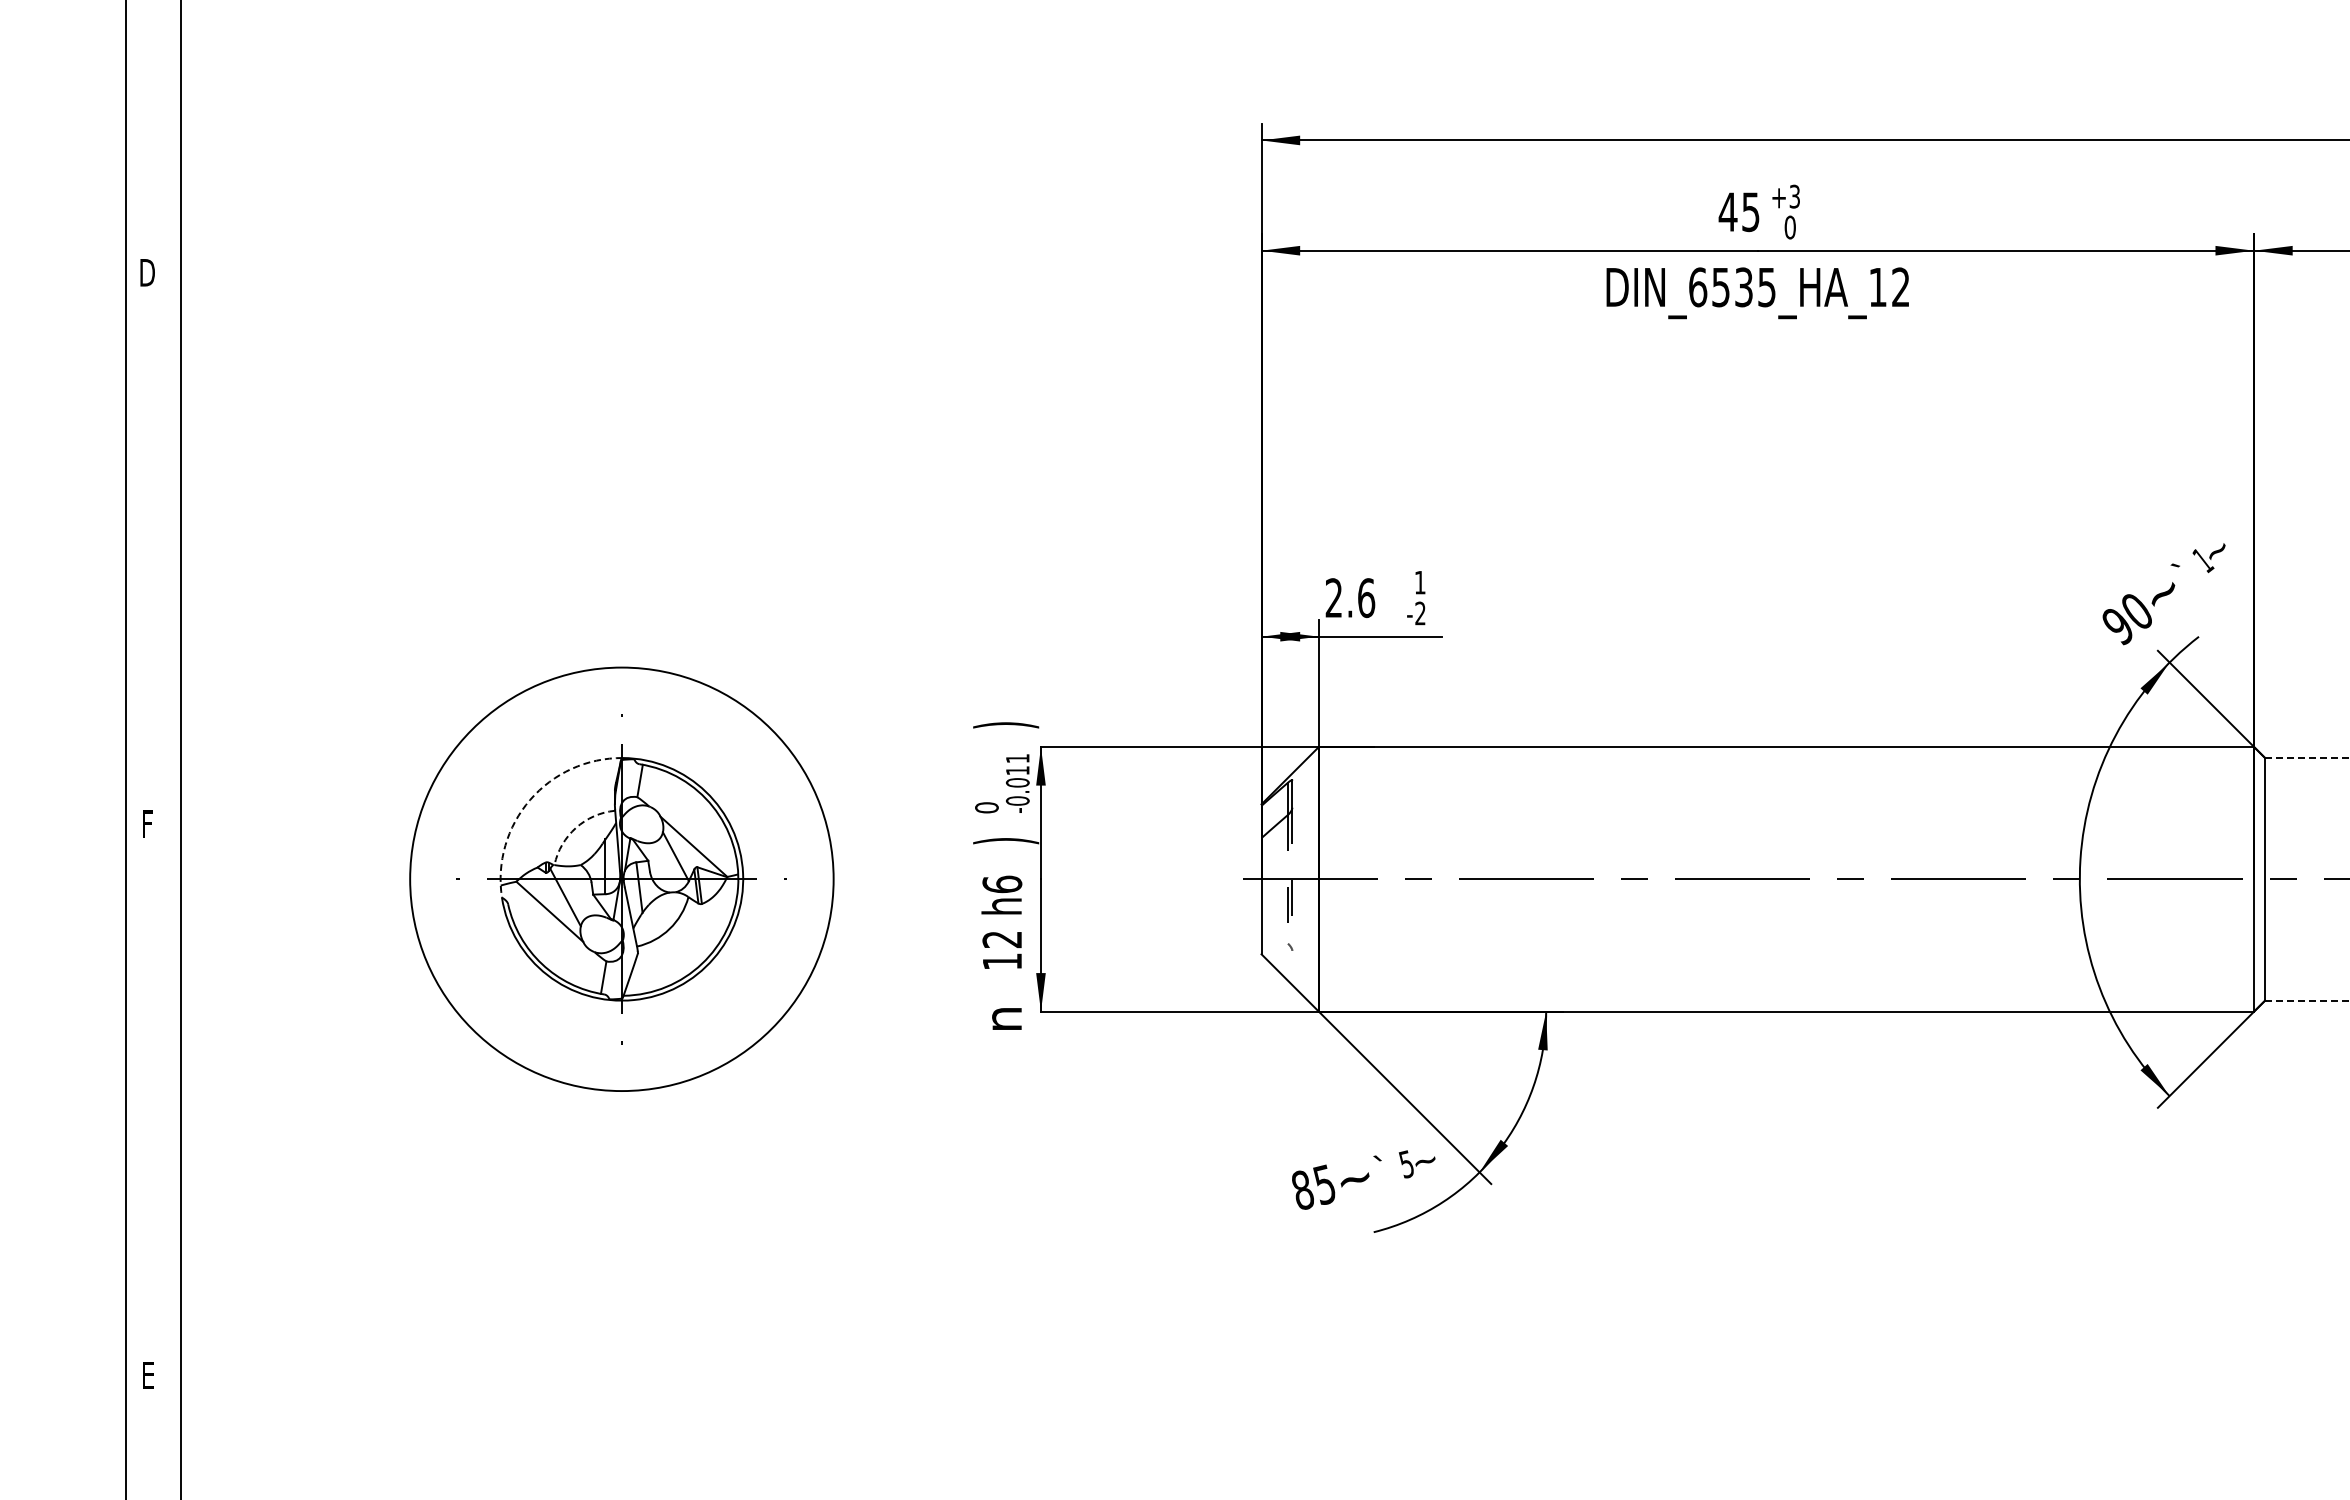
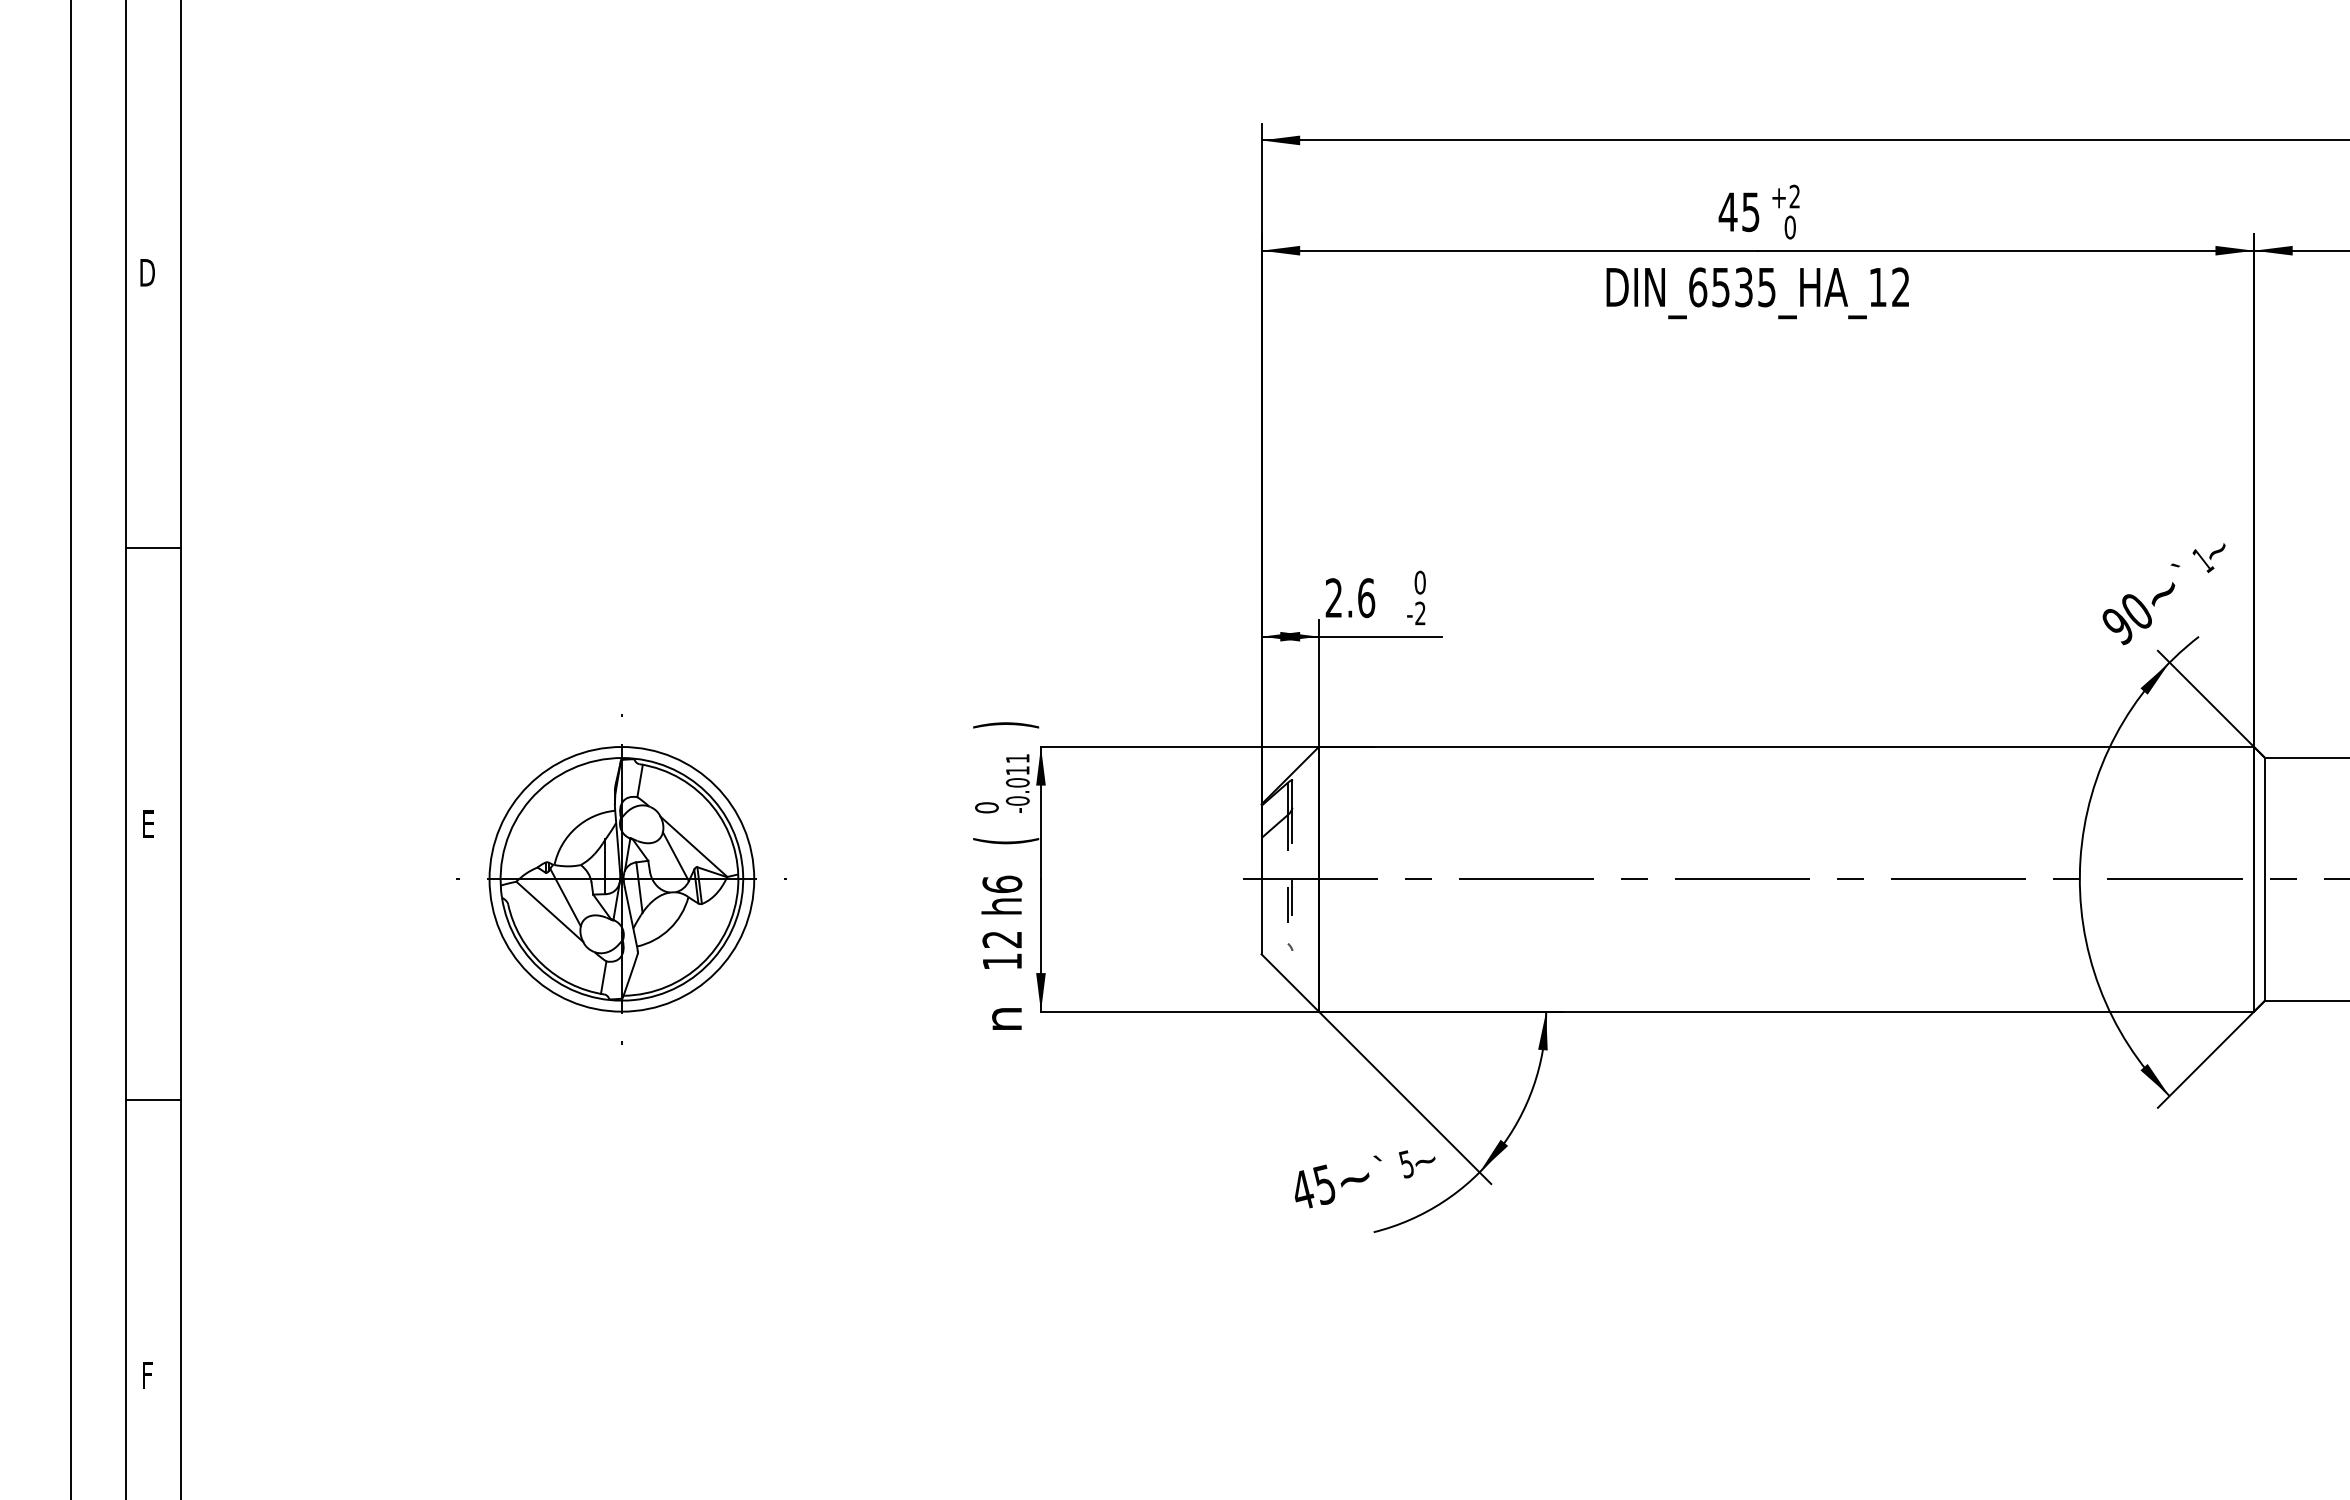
text at (1794, 196): +3 -> +2
line at (152, 548): none -> present
text at (1419, 582): 1 -> 0
line at (70, 749): none -> present
line at (2307, 758): dashed -> solid
arc at (530, 799): dashed -> solid
text at (149, 823): F -> E
arc at (575, 827): dashed -> solid
text at (1006, 841): ) -> (
circle at (621, 879) diameter: 423 px -> 265 px
line at (2307, 1000): dashed -> solid
line at (152, 1099): none -> present
text at (1303, 1189): 85 -> 45
text at (149, 1375): E -> F
